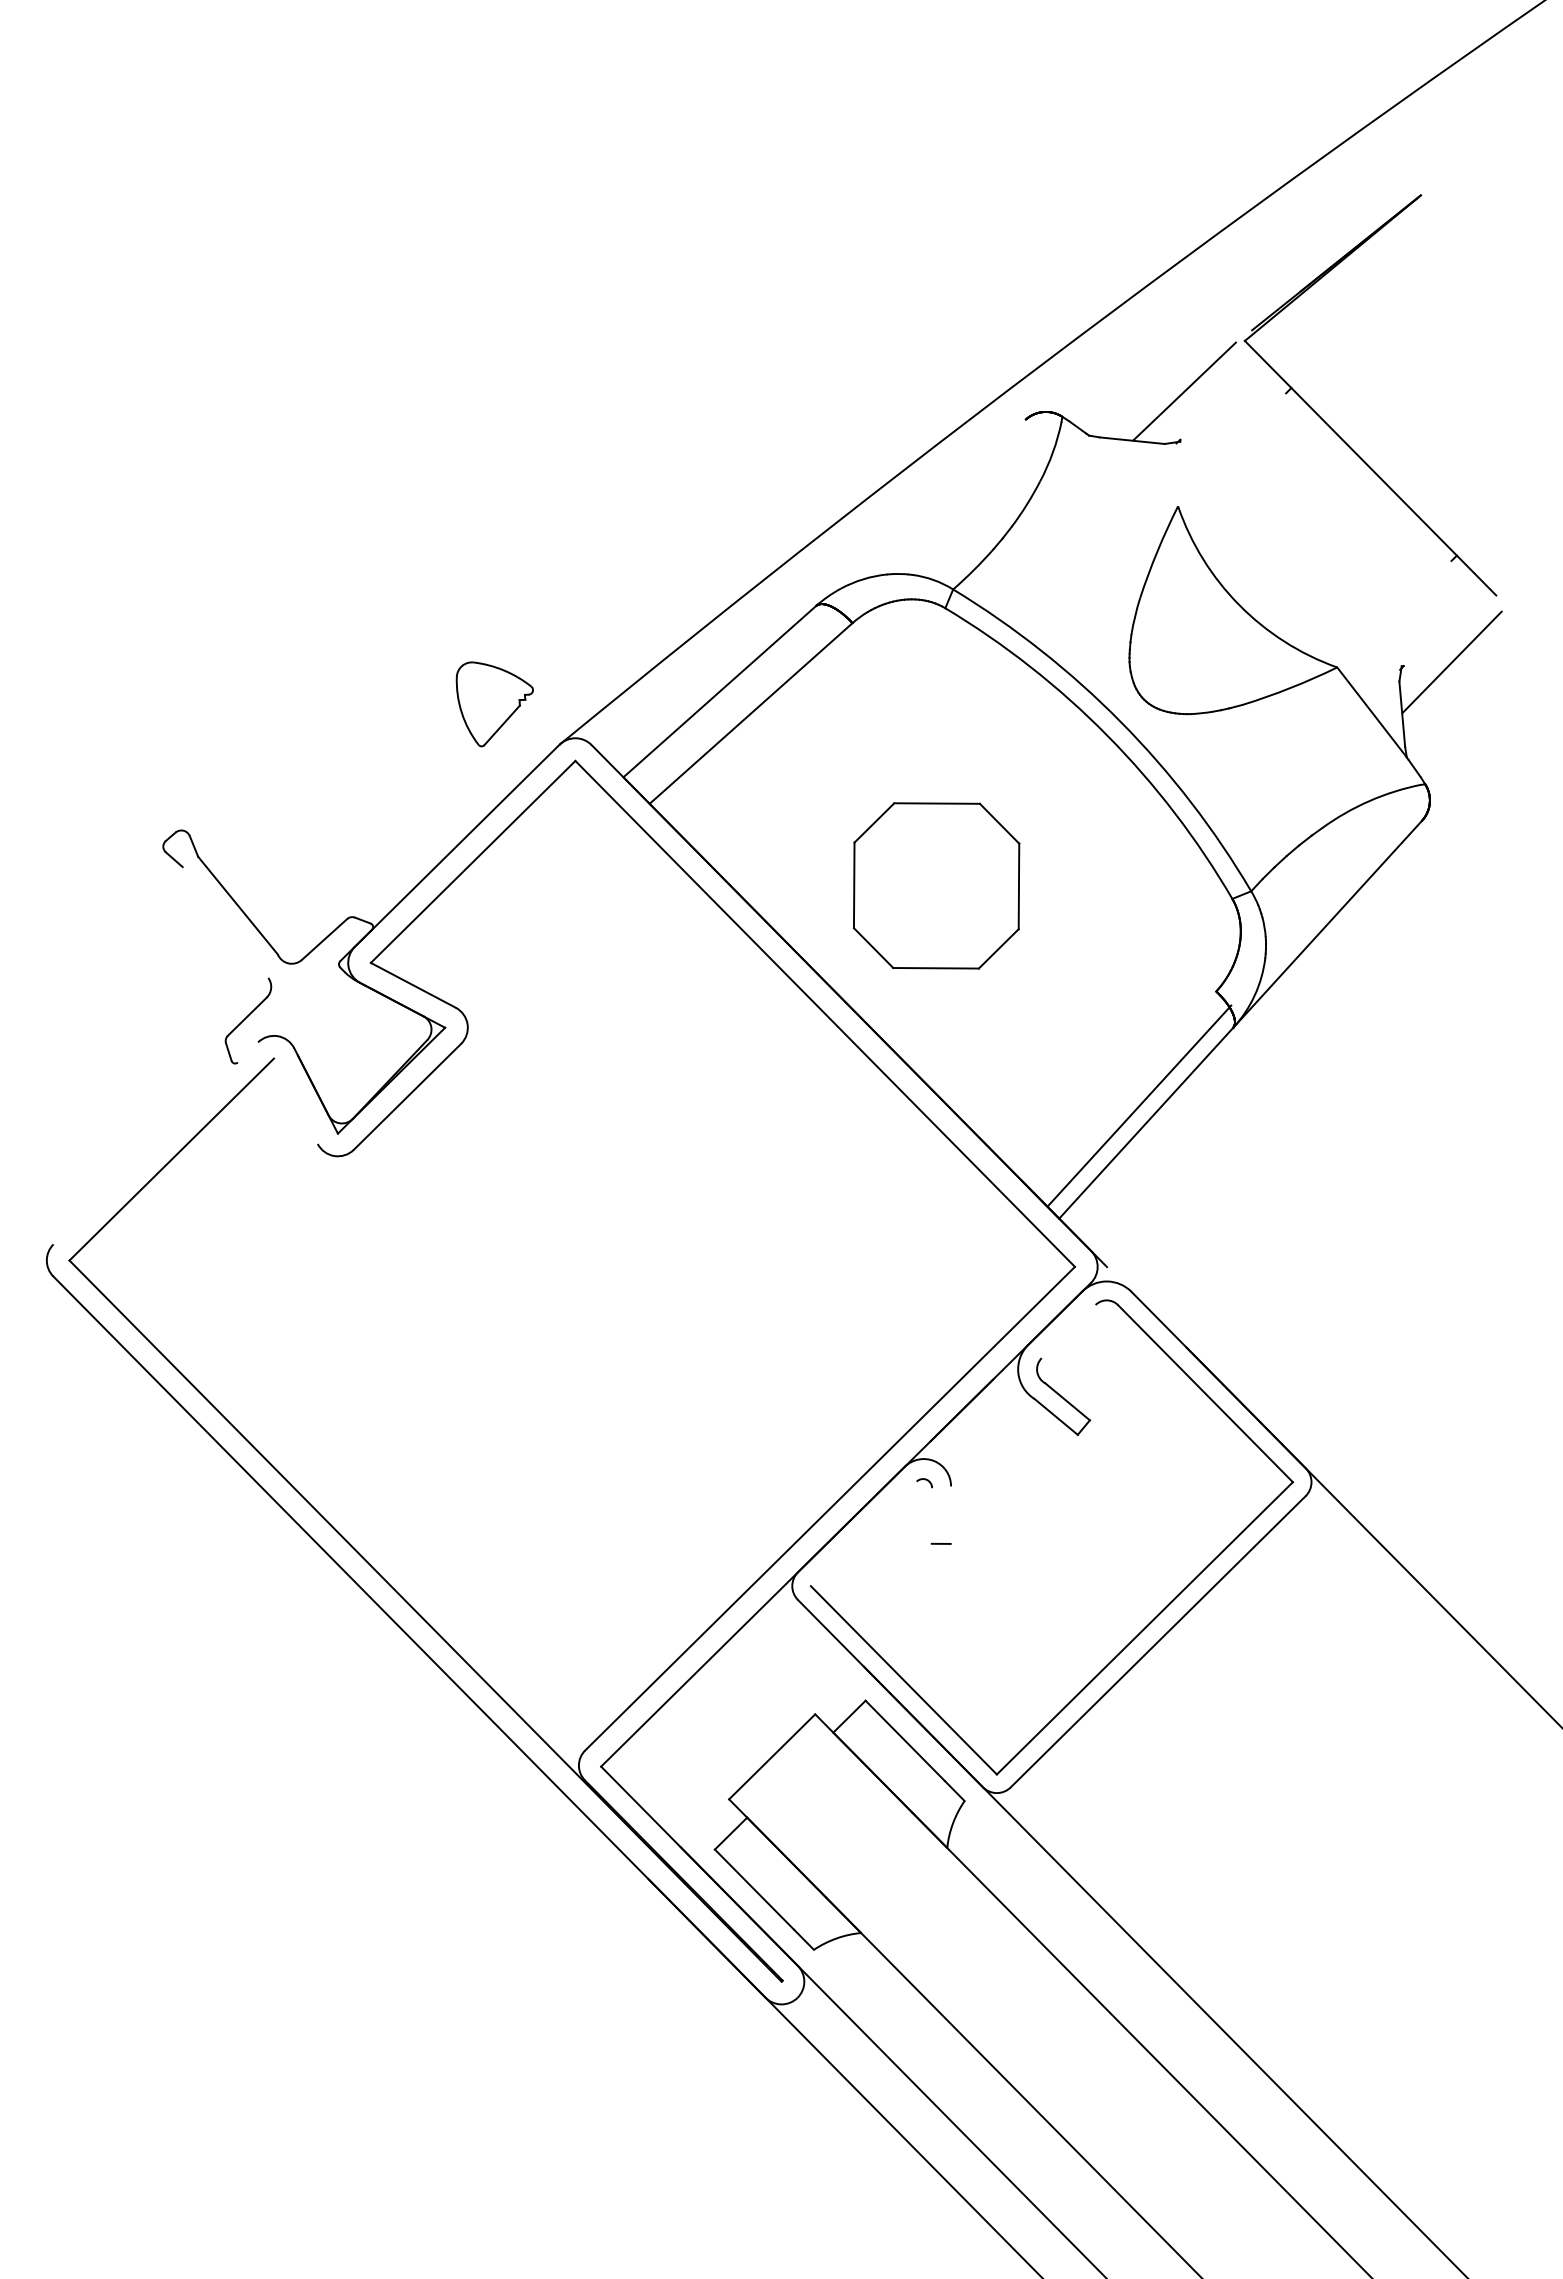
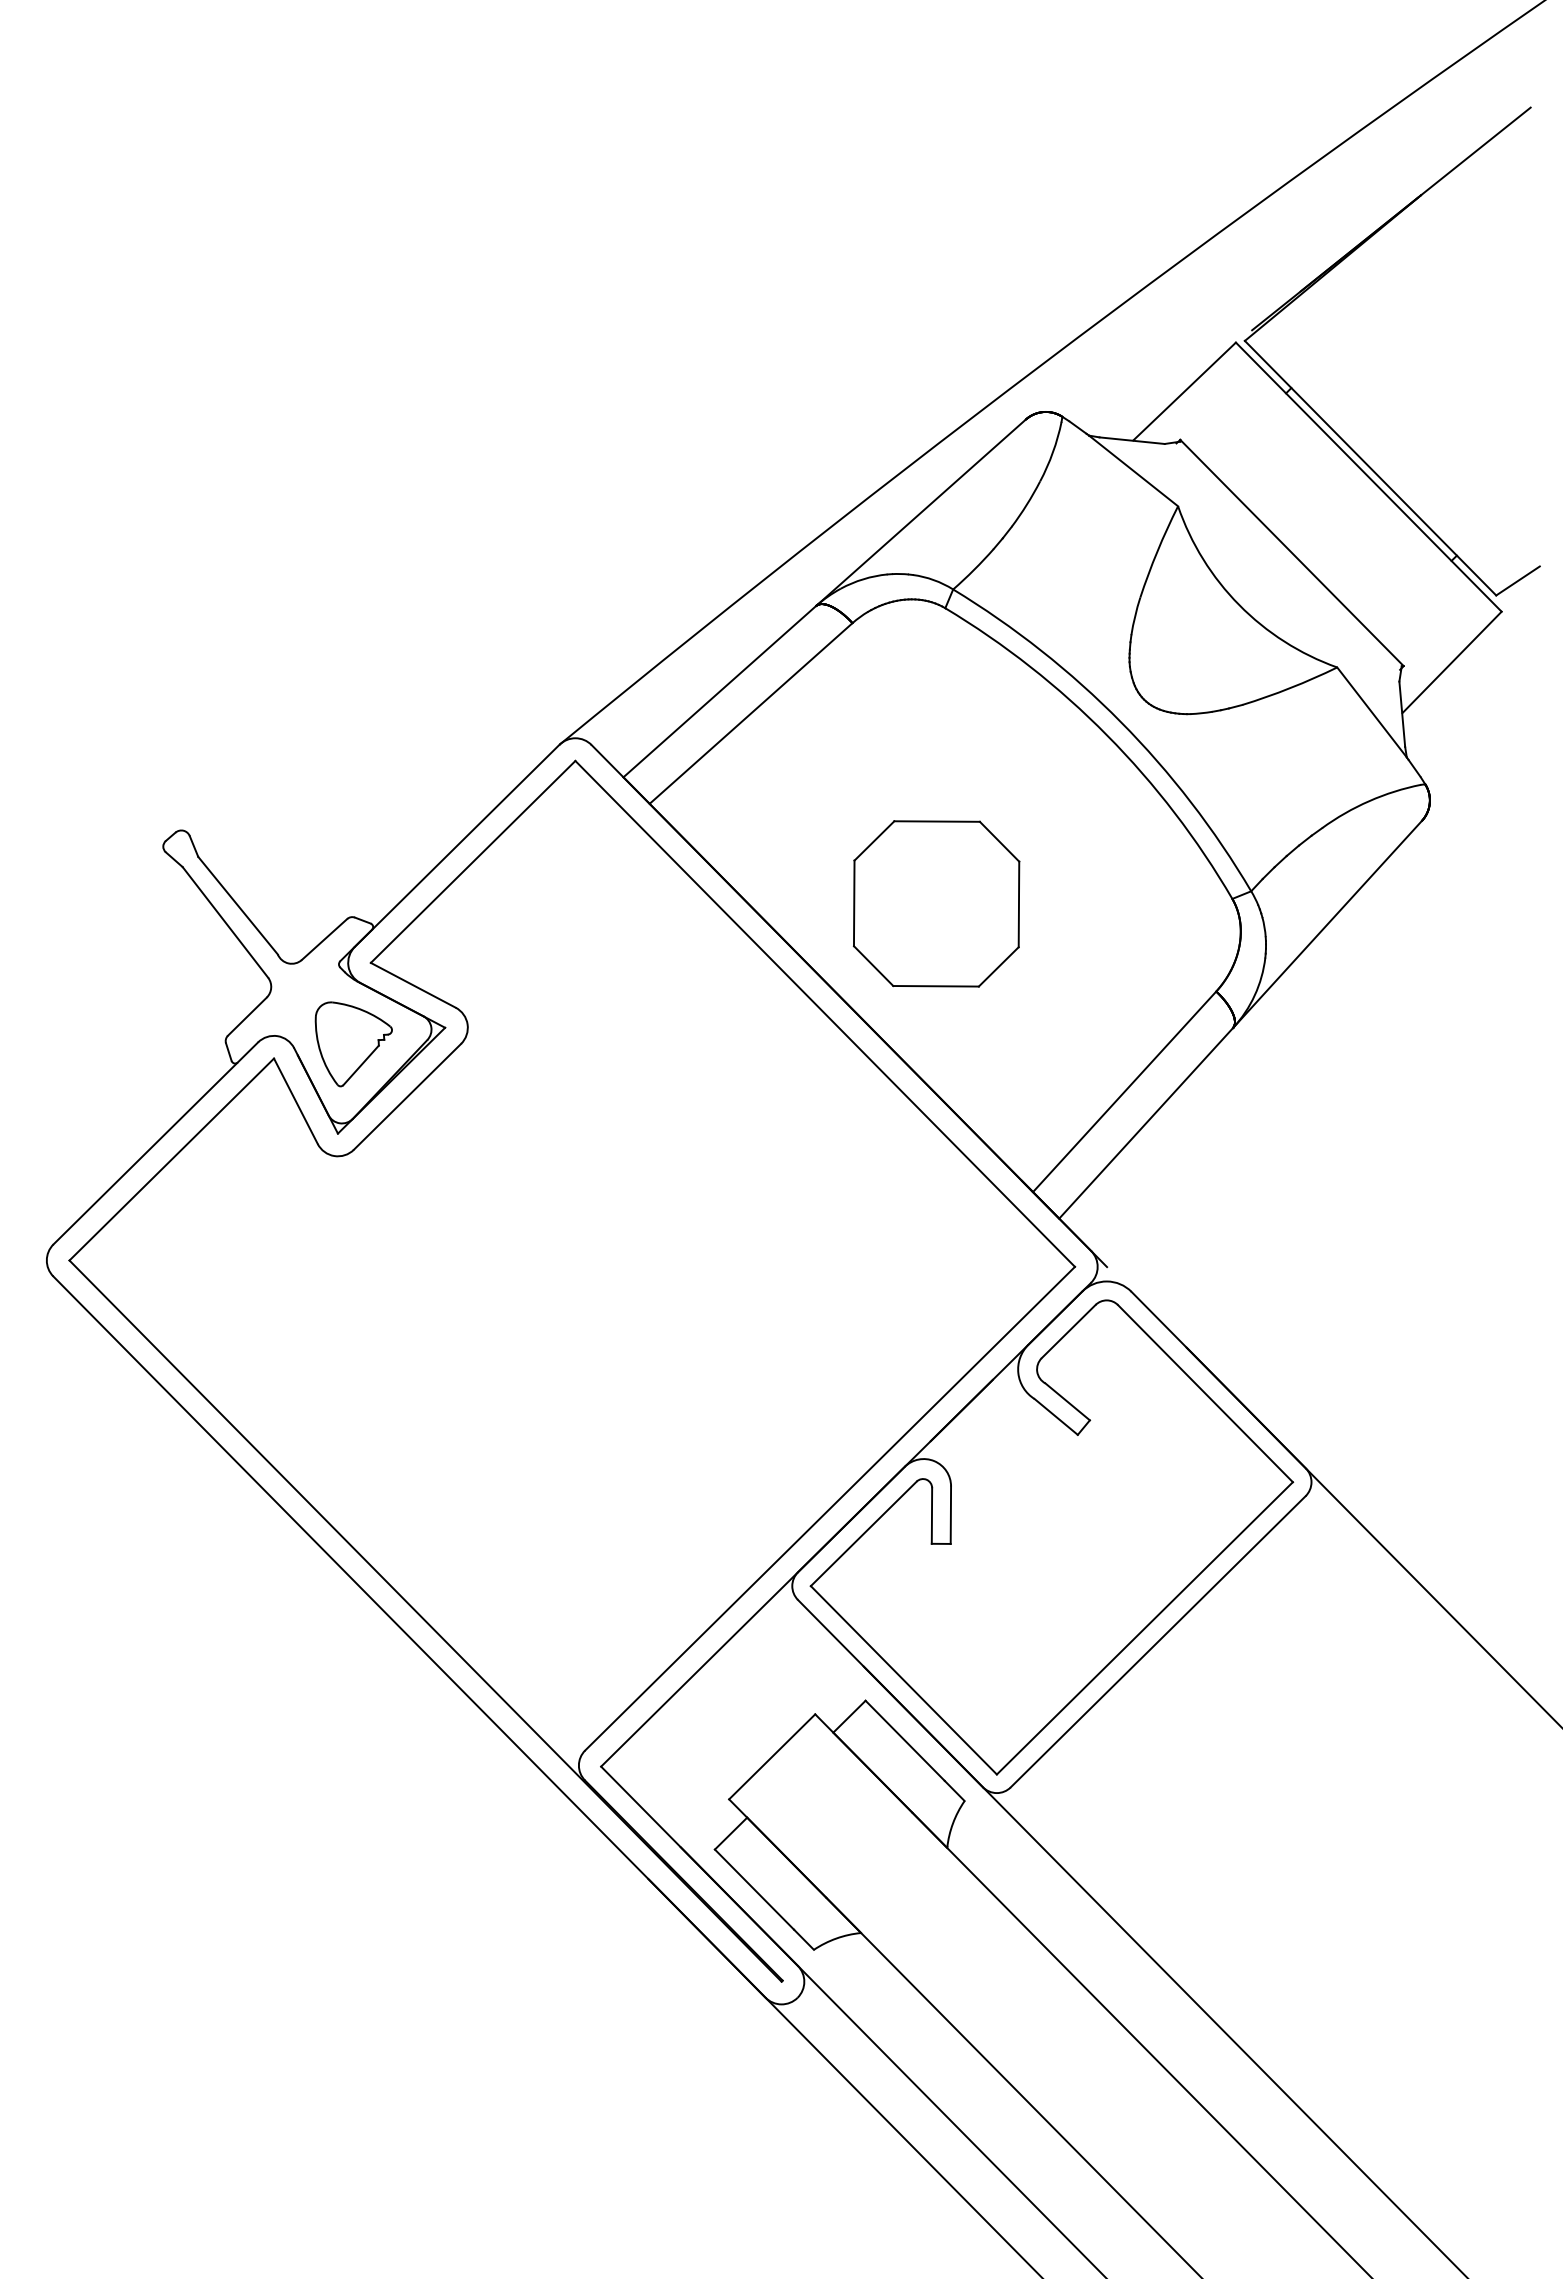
line at (1475, 151): none -> present
line at (1133, 470): none -> present
line at (1368, 476): none -> present
line at (920, 512): none -> present
line at (1291, 552): none -> present
line at (1517, 580): none -> present
part at (494, 704) position: (494, 704) -> (353, 1044)
part at (936, 885) position: (936, 885) -> (936, 903)
line at (225, 922): none -> present
line at (295, 1100): none -> present
line at (1139, 1105) position: (1139, 1105) -> (1124, 1091)
line at (155, 1143): none -> present
line at (1068, 1331): none -> present
line at (950, 1514): none -> present
line at (931, 1515): none -> present
line at (863, 1533): none -> present
